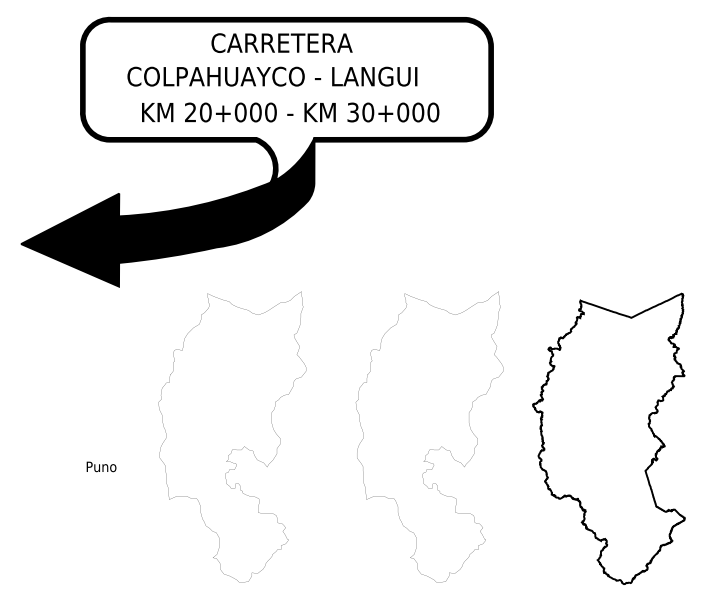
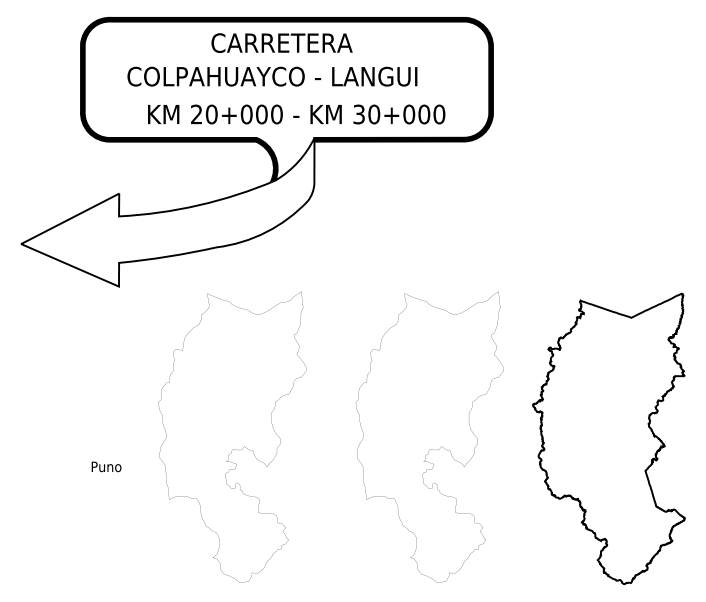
text at (290, 112) position: (290, 112) -> (296, 114)
fill at (167, 211): present -> none
text at (101, 466) position: (101, 466) -> (106, 466)
